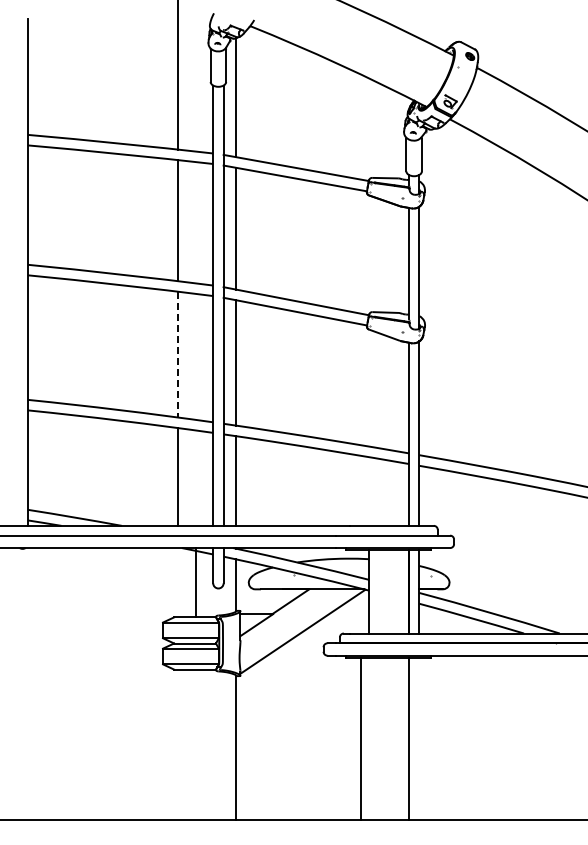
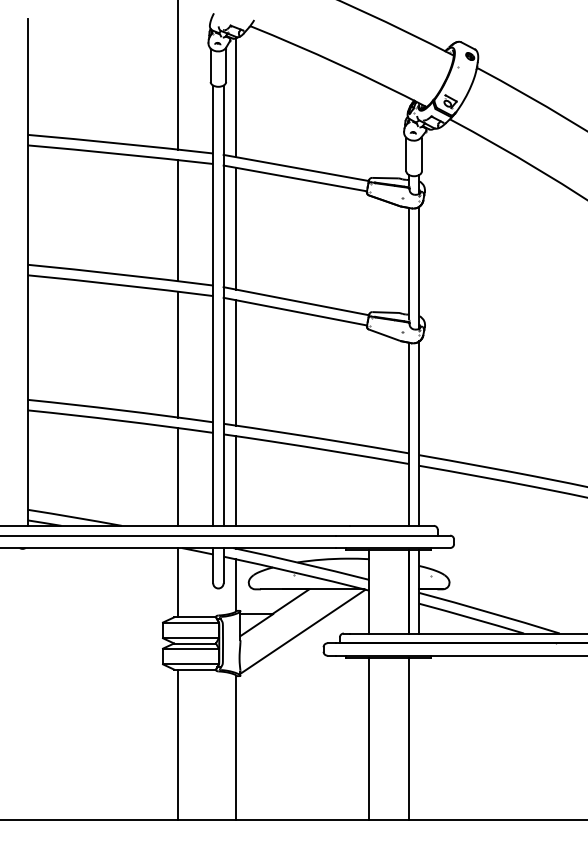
line at (178, 354): dashed -> solid
line at (196, 582) position: (196, 582) -> (178, 582)
line at (361, 738) position: (361, 738) -> (369, 738)
line at (178, 744): none -> present
